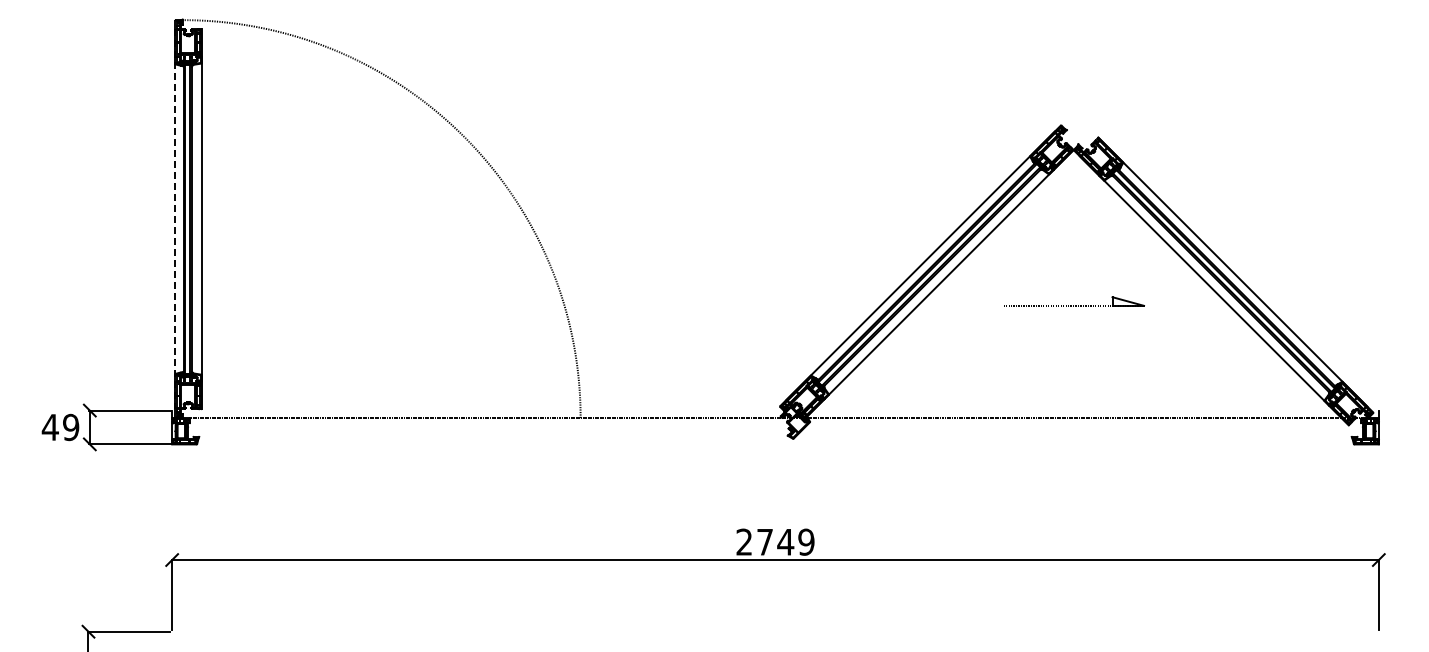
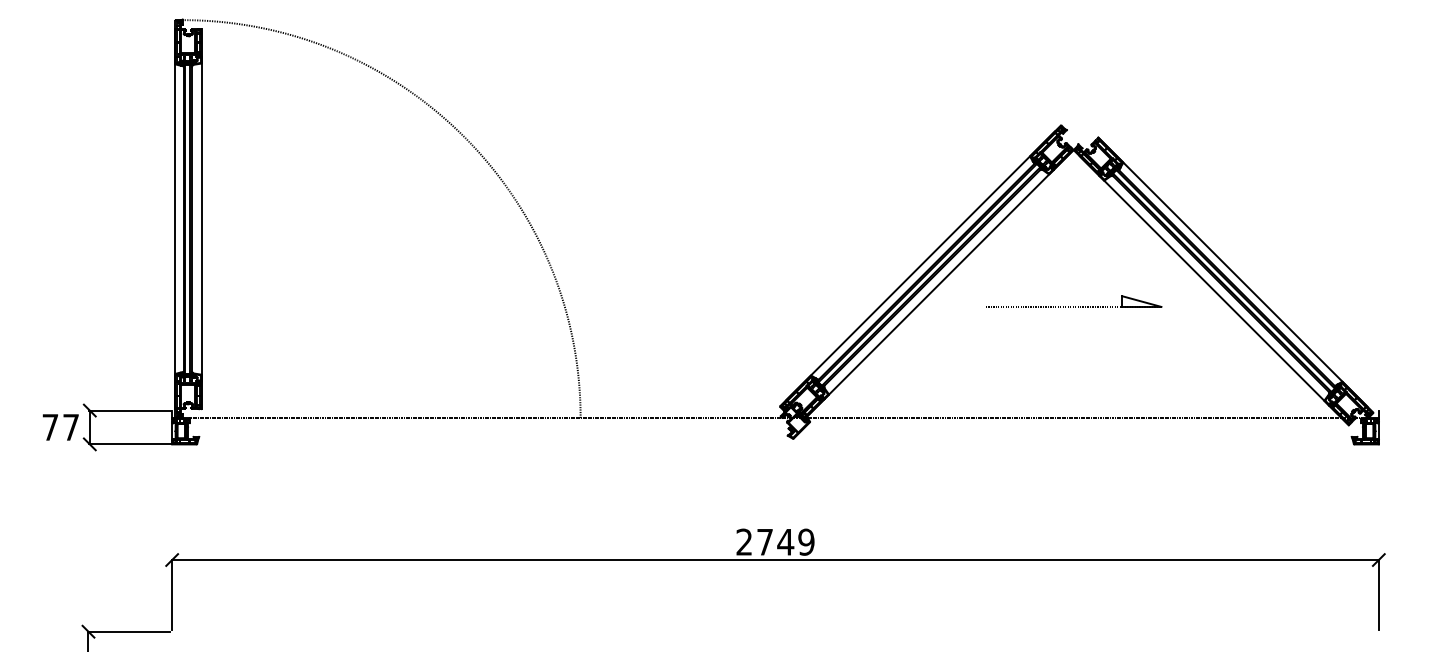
line at (175, 219): dashed -> solid
part at (1074, 301) size: 141x11 px -> 177x13 px
text at (60, 427): 49 -> 77
